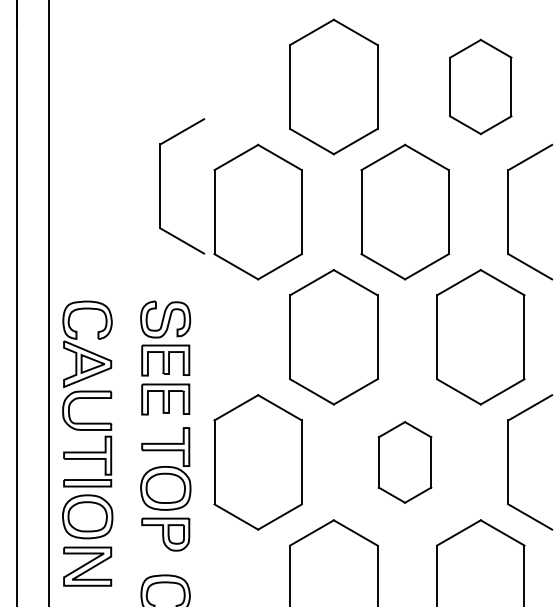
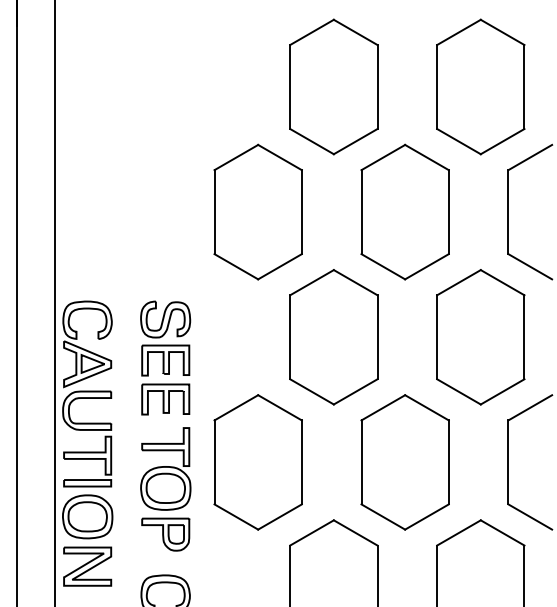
part at (480, 86) size: 64x98 px -> 90x138 px
part at (160, 186): present -> none
line at (48, 302) position: (48, 302) -> (54, 302)
part at (404, 462) size: 56x83 px -> 90x137 px
